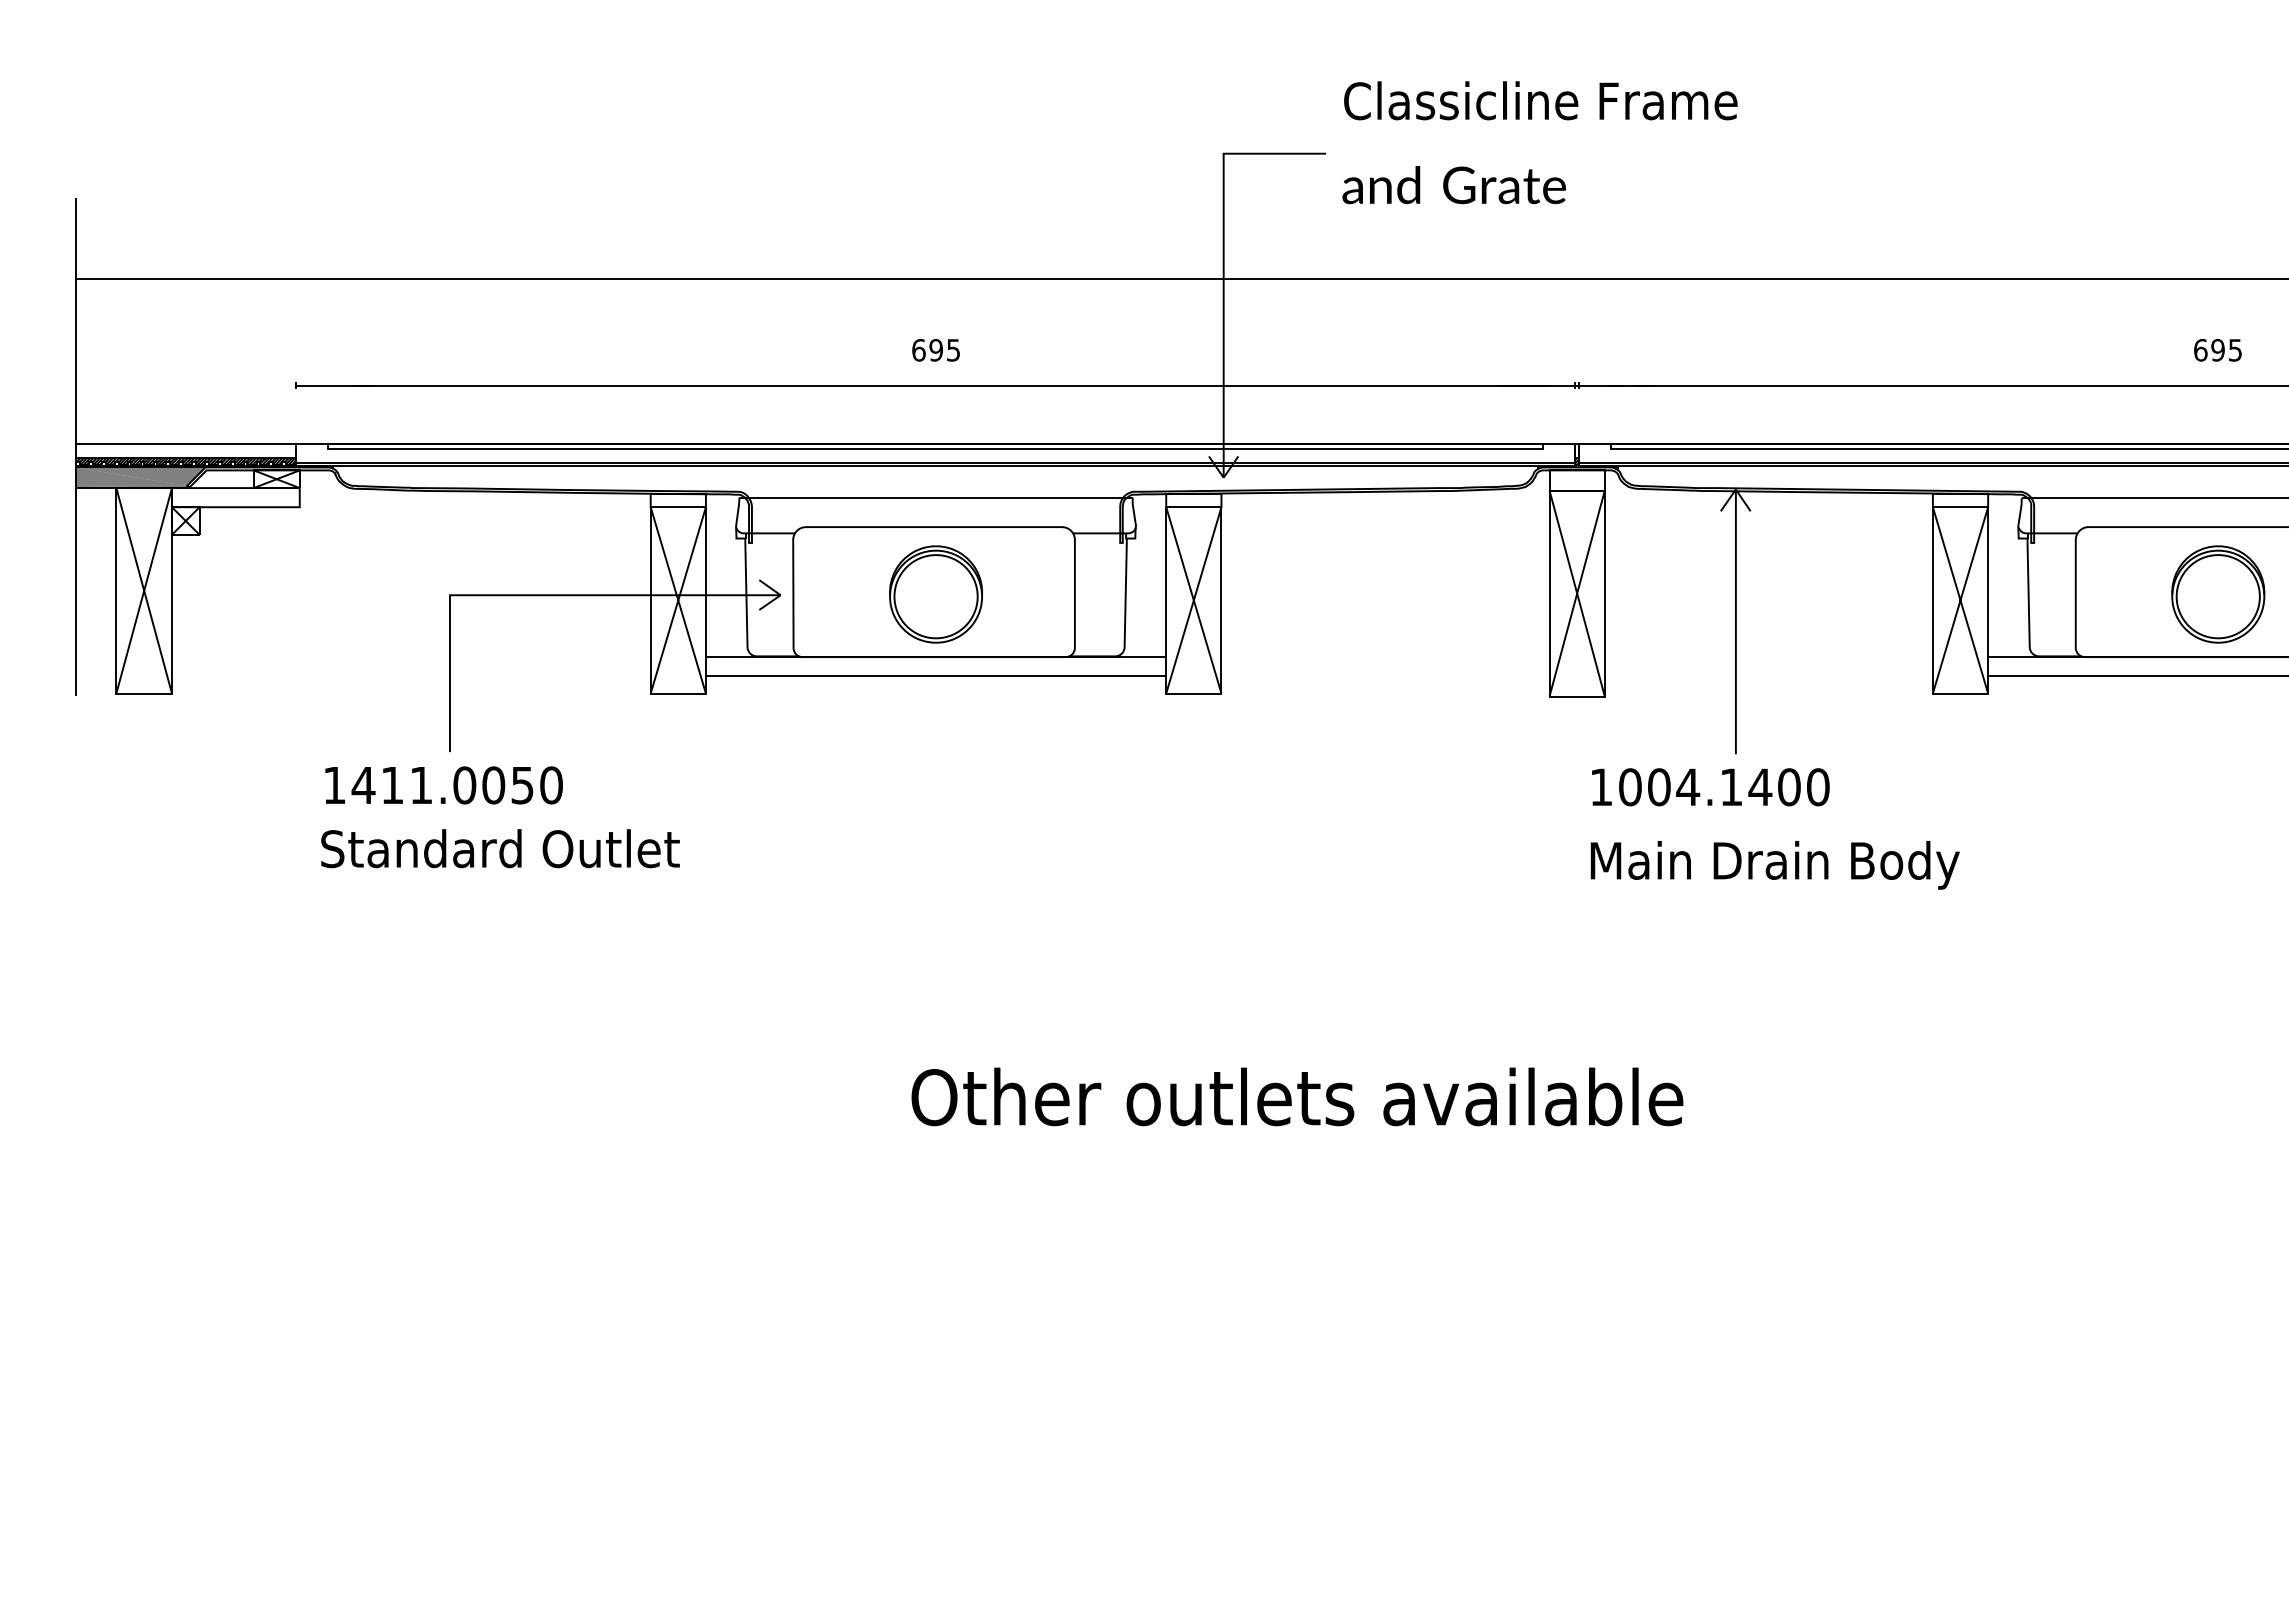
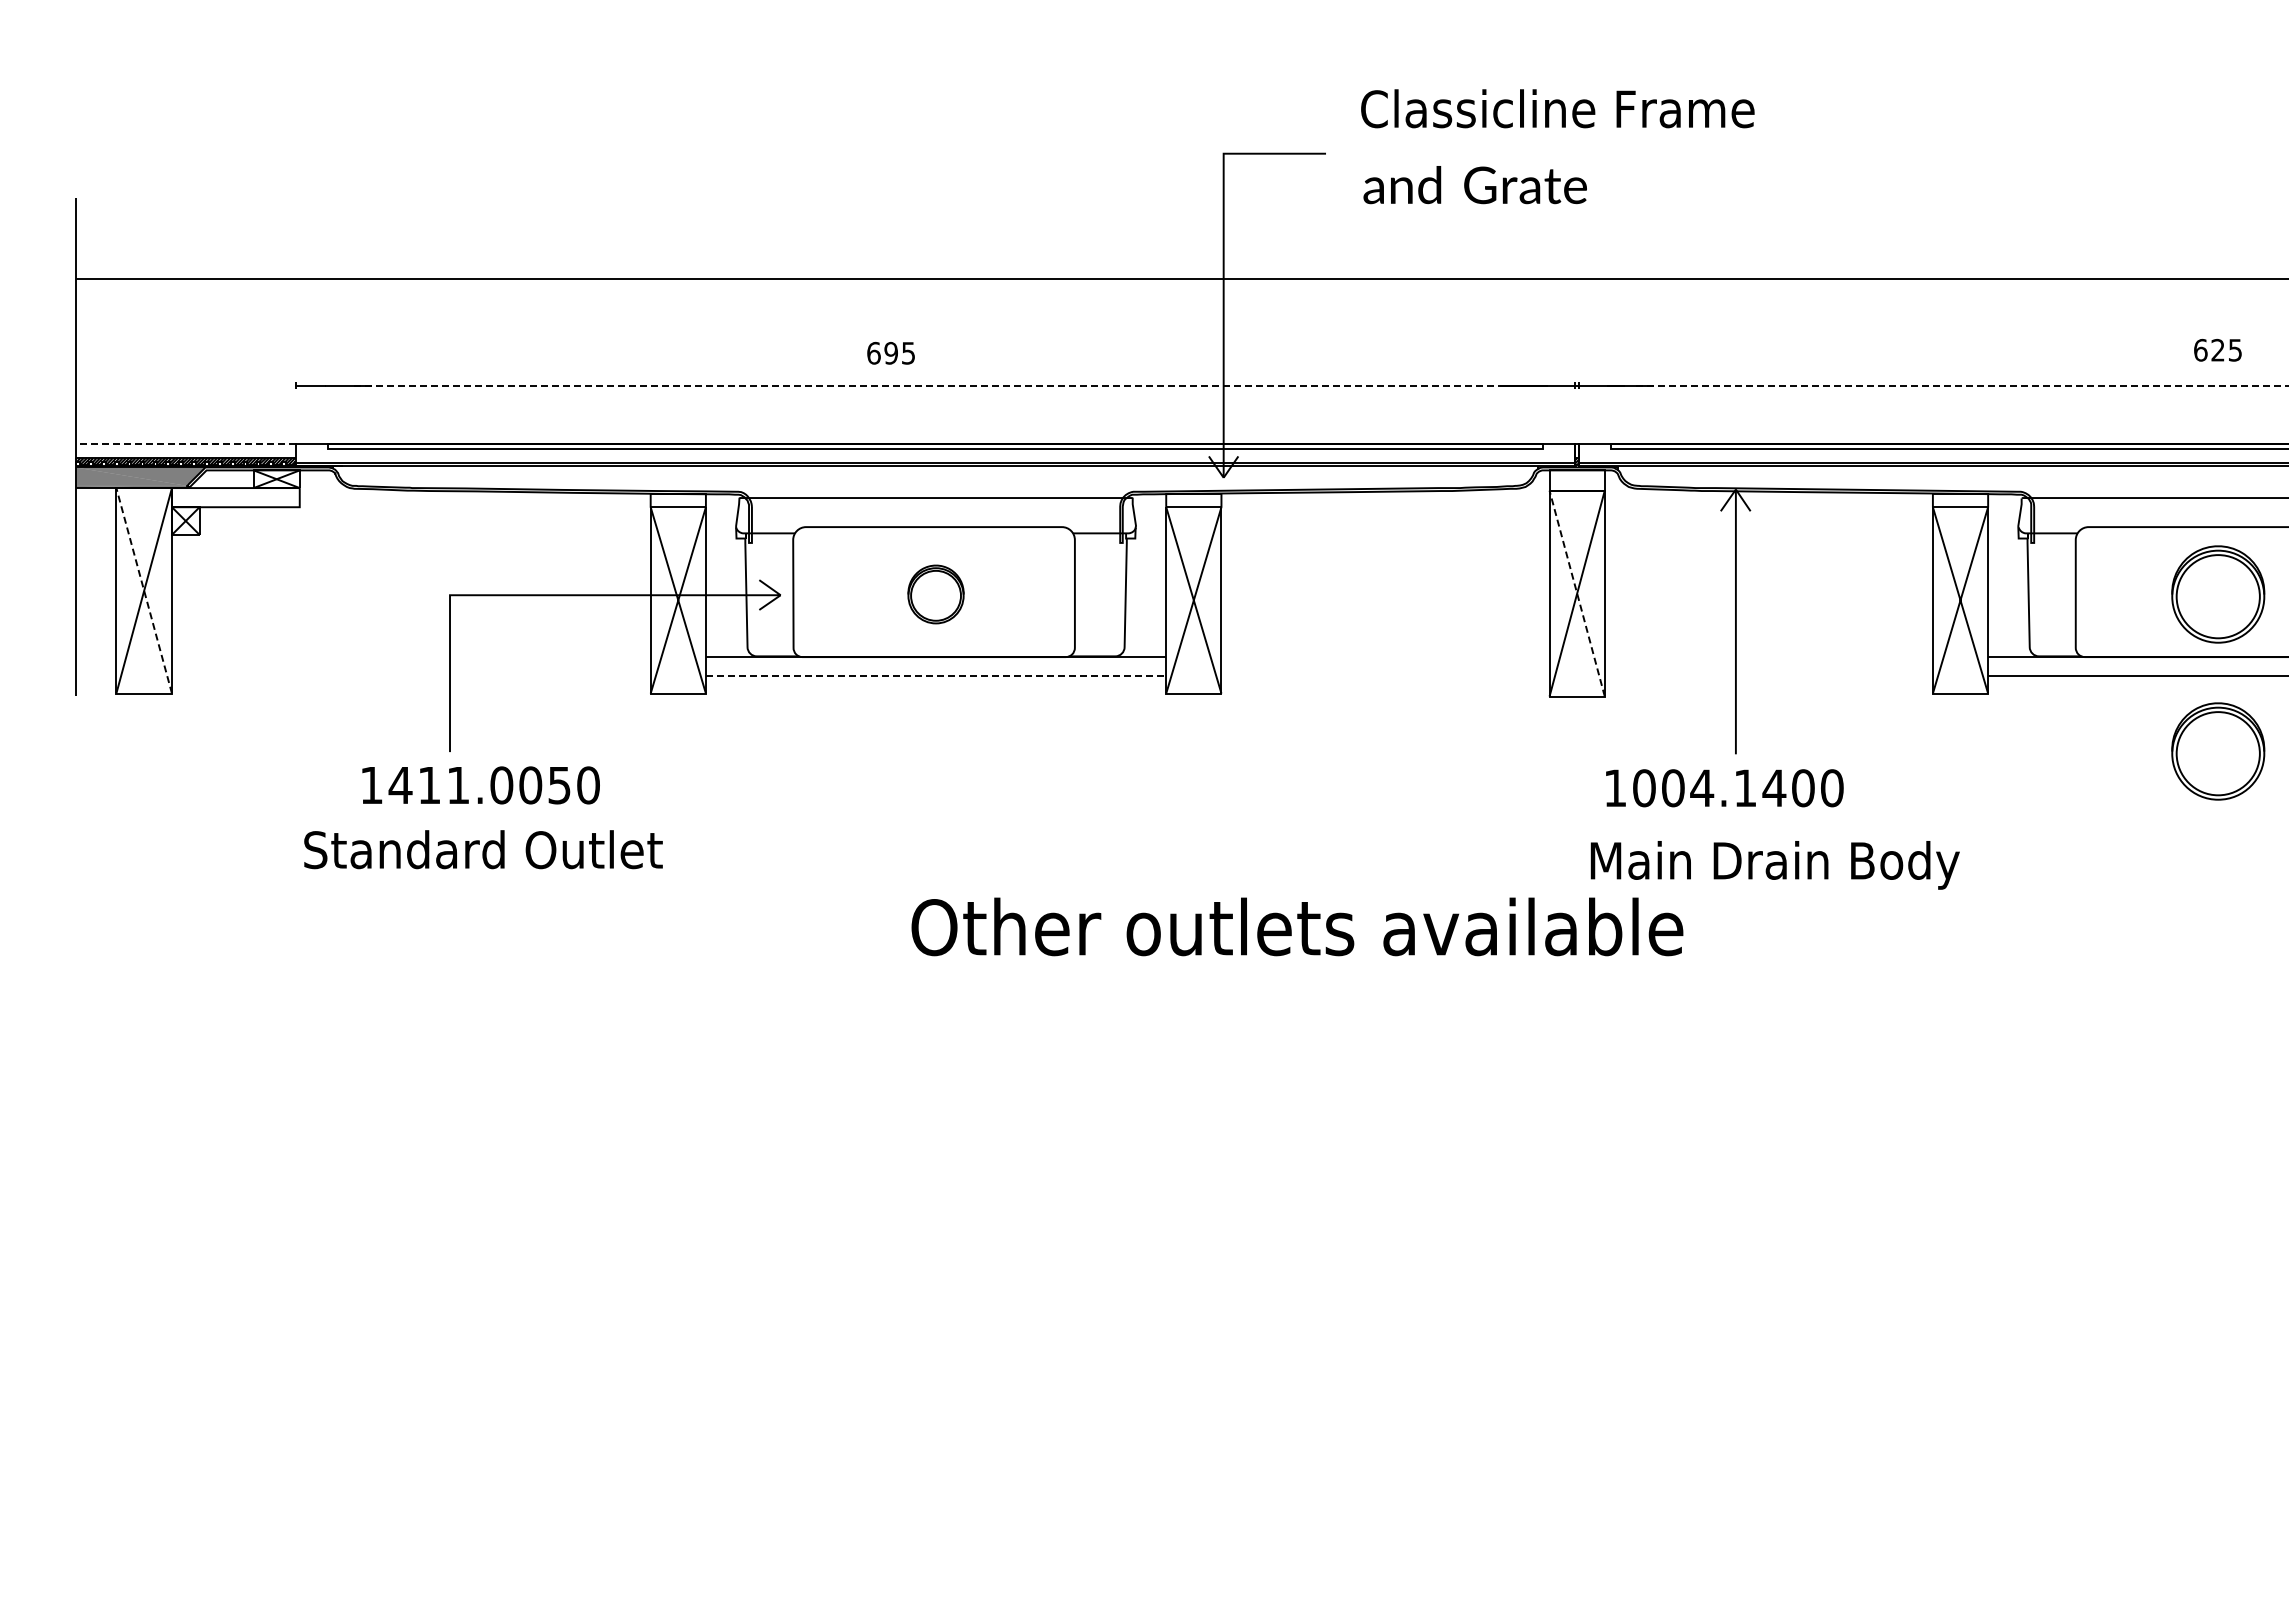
text at (1540, 100) position: (1540, 100) -> (1557, 108)
text at (1453, 185) position: (1453, 185) -> (1474, 185)
text at (935, 350) position: (935, 350) -> (890, 353)
text at (2217, 350): 695 -> 625
line at (936, 386): solid -> dashed
line at (1962, 386): solid -> dashed
line at (185, 443): solid -> dashed
line at (144, 590): solid -> dashed
line at (1577, 593): solid -> dashed
part at (935, 594) size: 94x99 px -> 58x61 px
line at (936, 675): solid -> dashed
part at (2218, 751): none -> present
text at (443, 785) position: (443, 785) -> (480, 785)
text at (1710, 787) position: (1710, 787) -> (1724, 788)
text at (500, 848) position: (500, 848) -> (483, 849)
text at (1297, 1096) position: (1297, 1096) -> (1297, 926)
